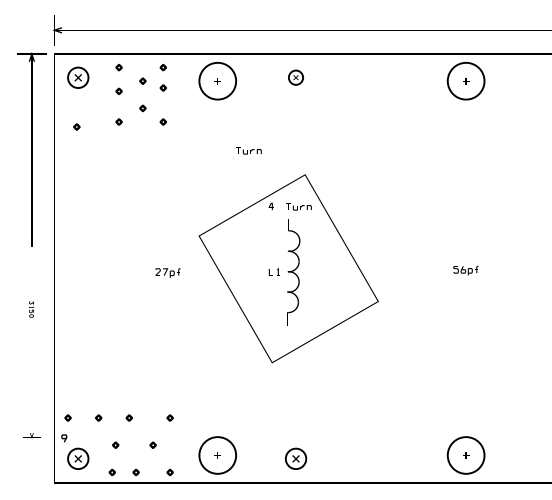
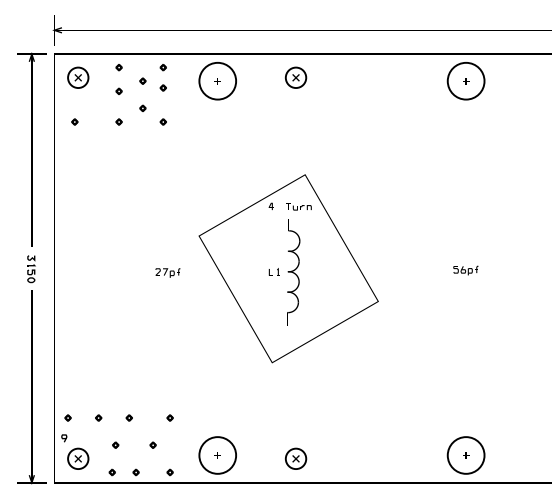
part at (295, 77) size: 16x17 px -> 24x23 px
part at (76, 126) position: (76, 126) -> (74, 121)
part at (248, 150): present -> none
part at (31, 369) size: 18x138 px -> 30x230 px
